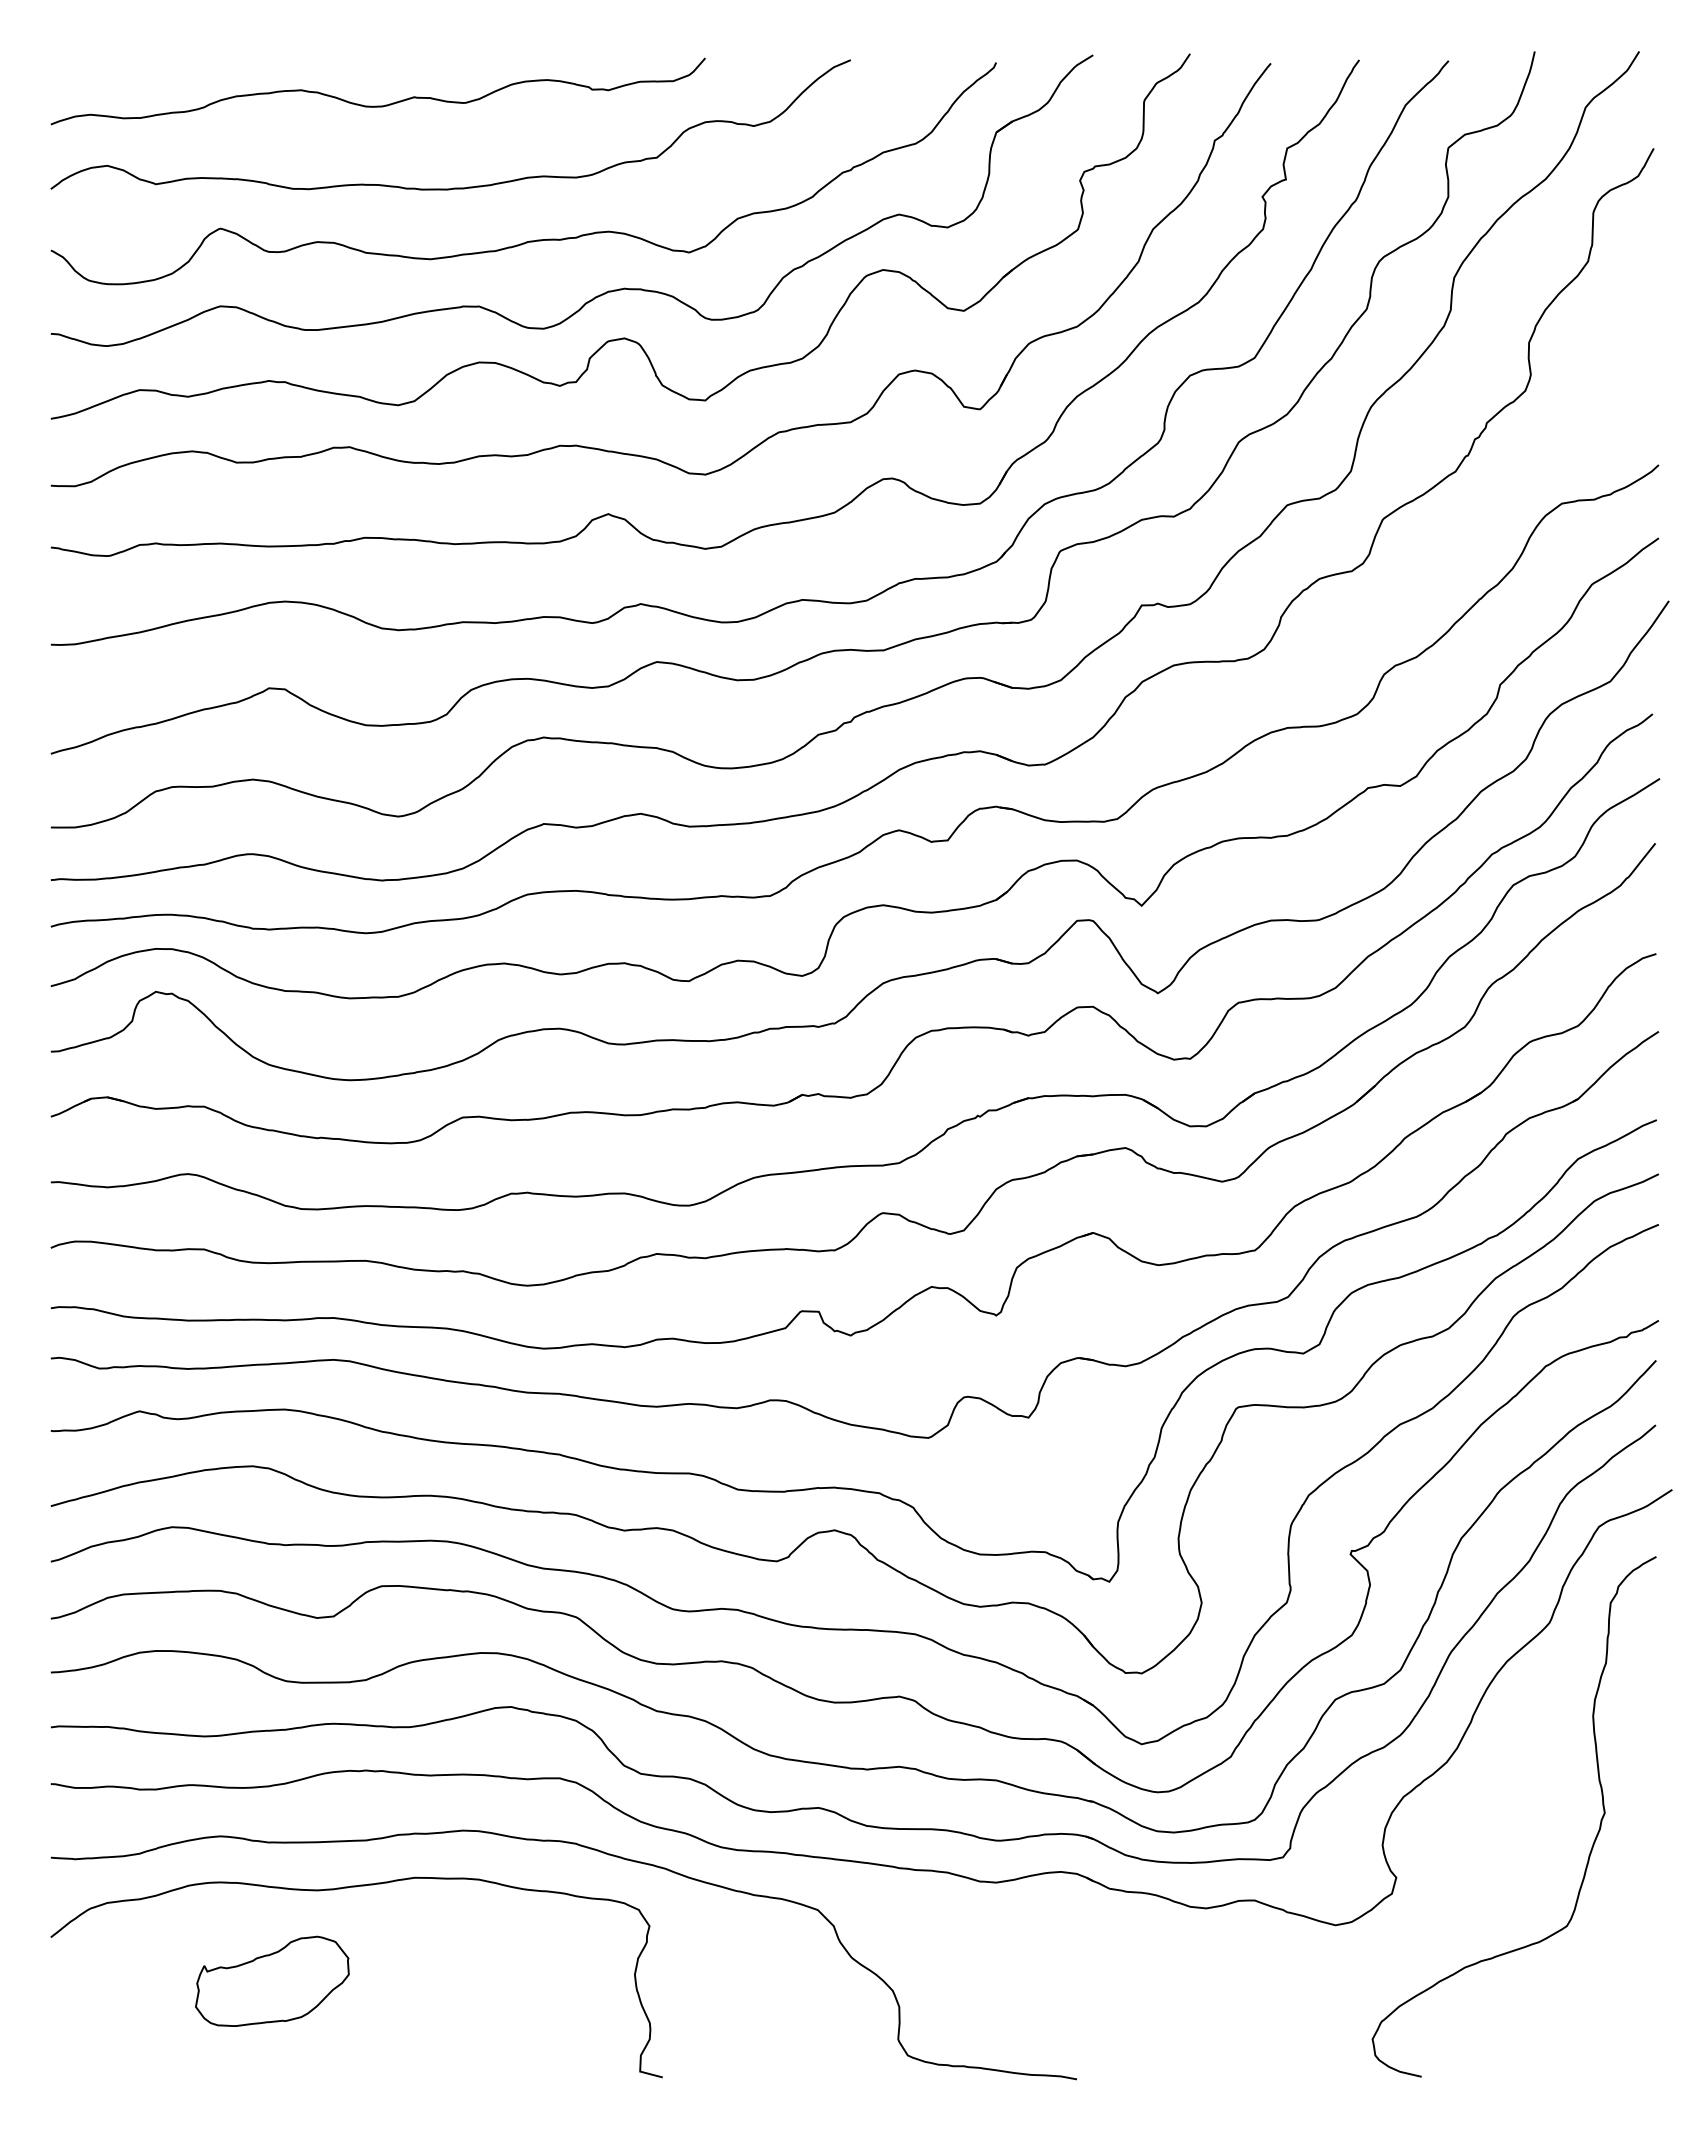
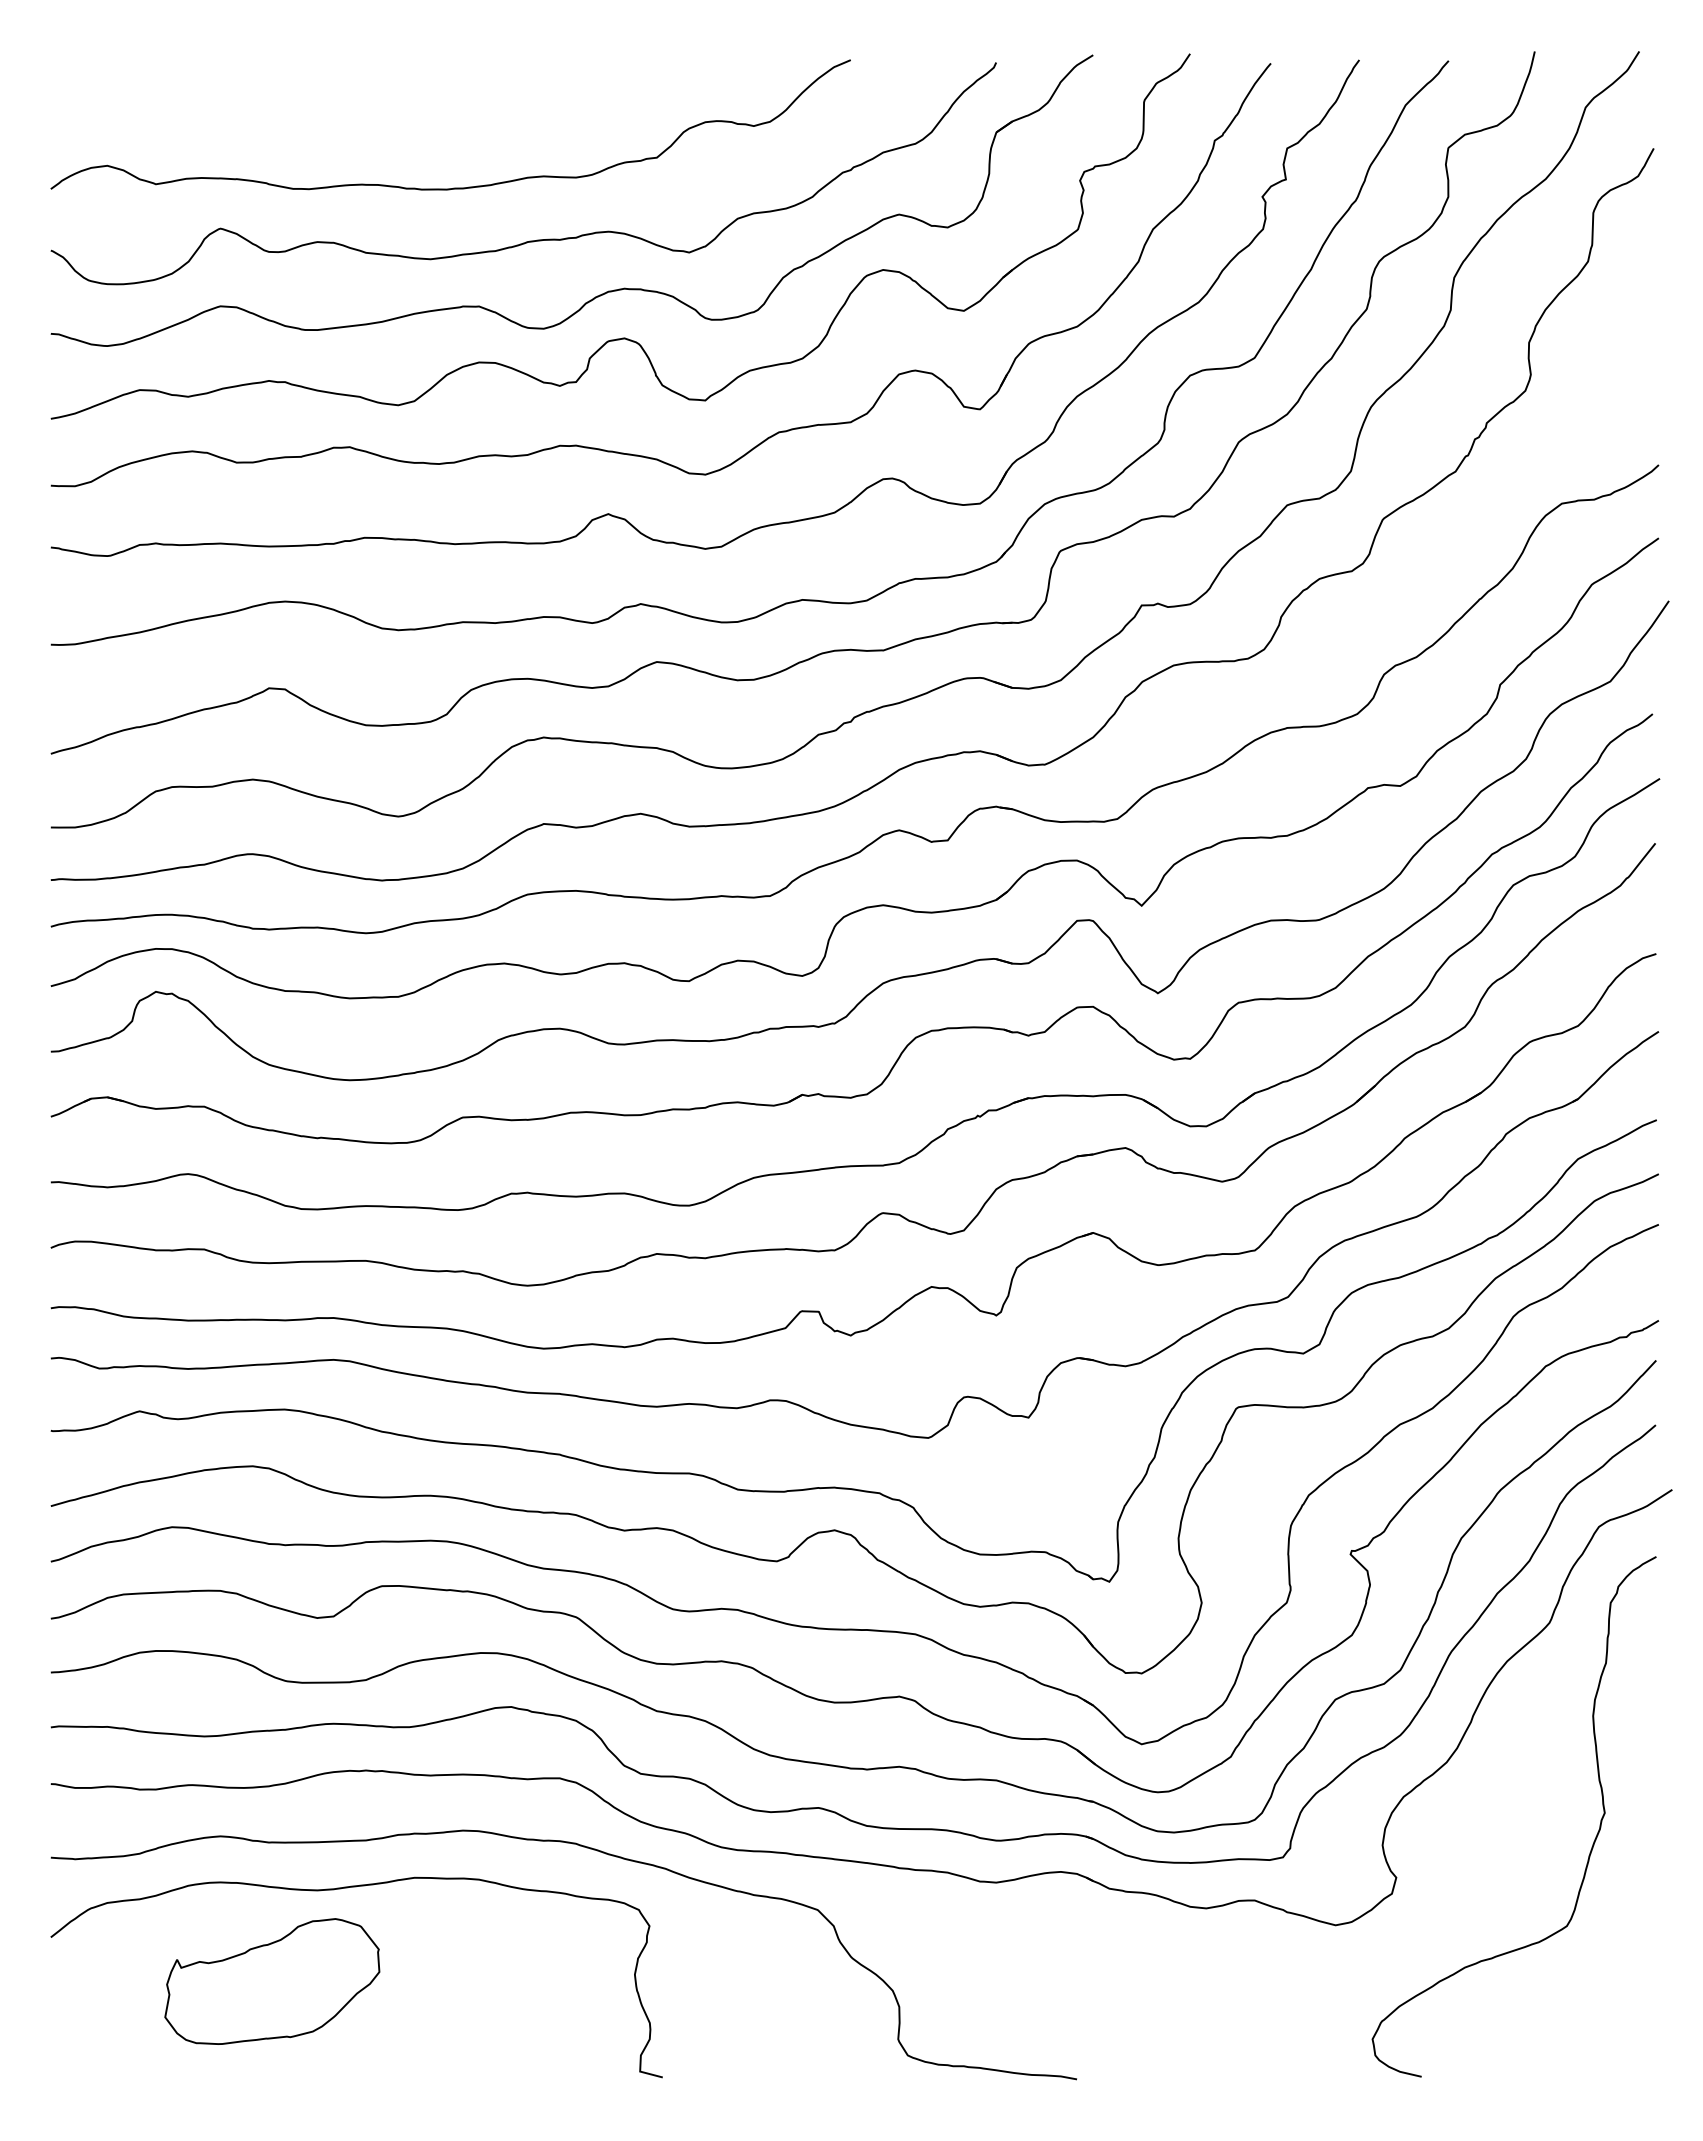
curve at (377, 105): present -> none
part at (272, 1980) size: 155x92 px -> 217x127 px
